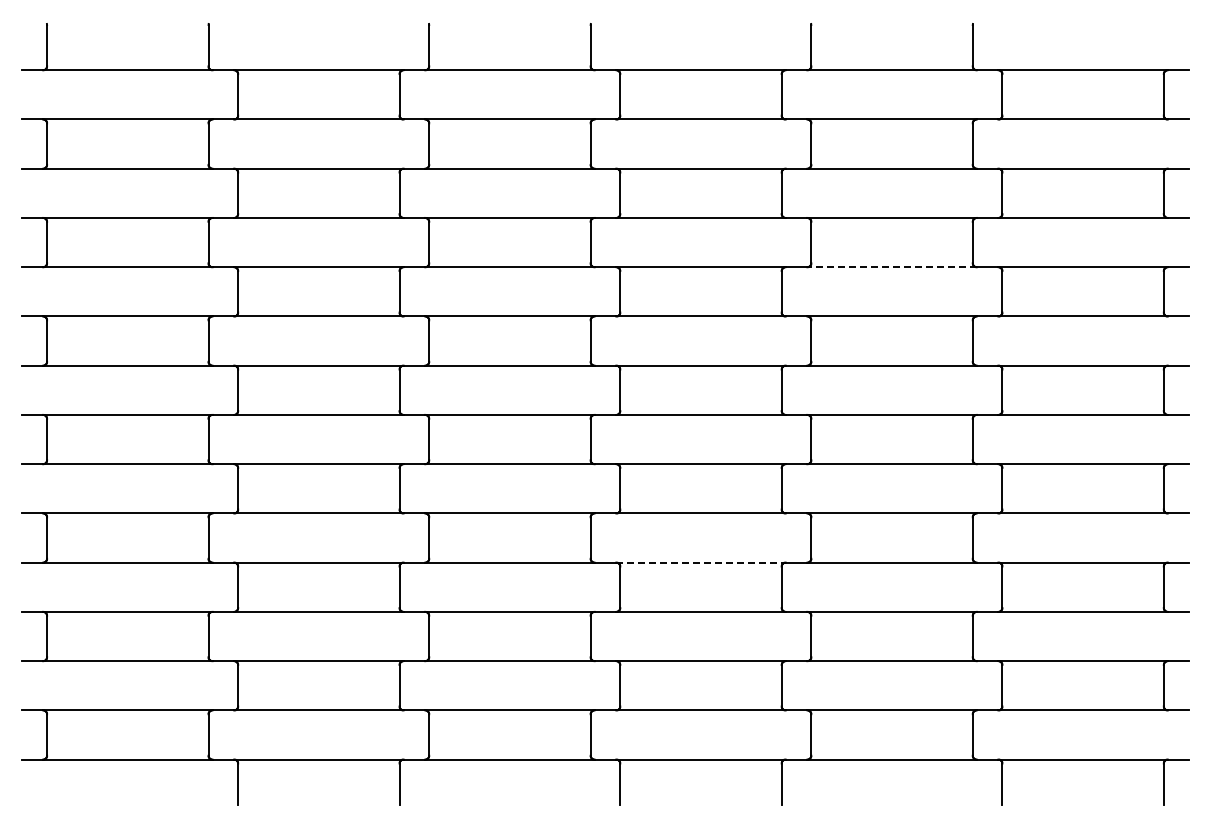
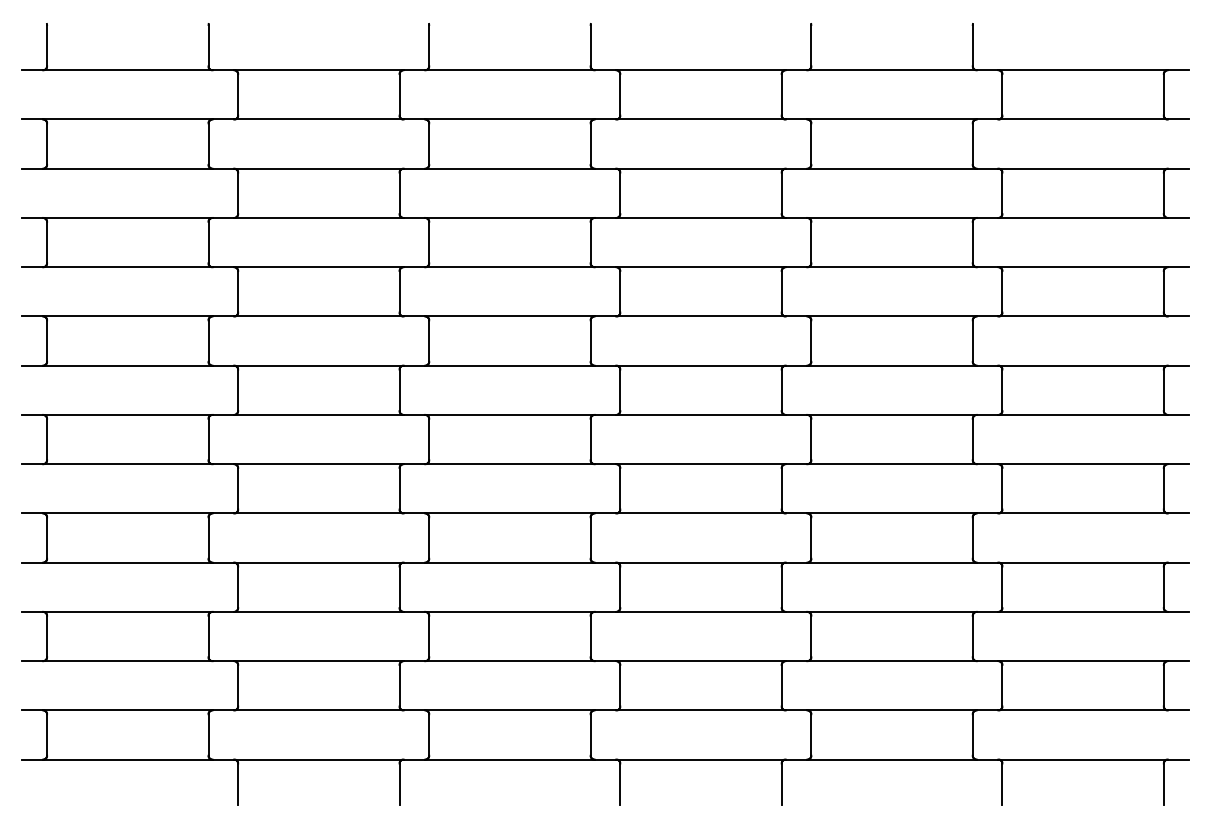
line at (892, 267): dashed -> solid
line at (701, 562): dashed -> solid
